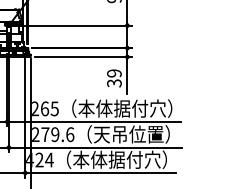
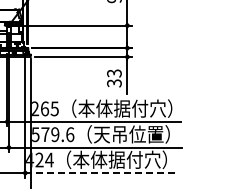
text at (114, 73): 39 -> 33
text at (35, 134): 279.6 -> 579.6
line at (101, 173): solid -> dashed
